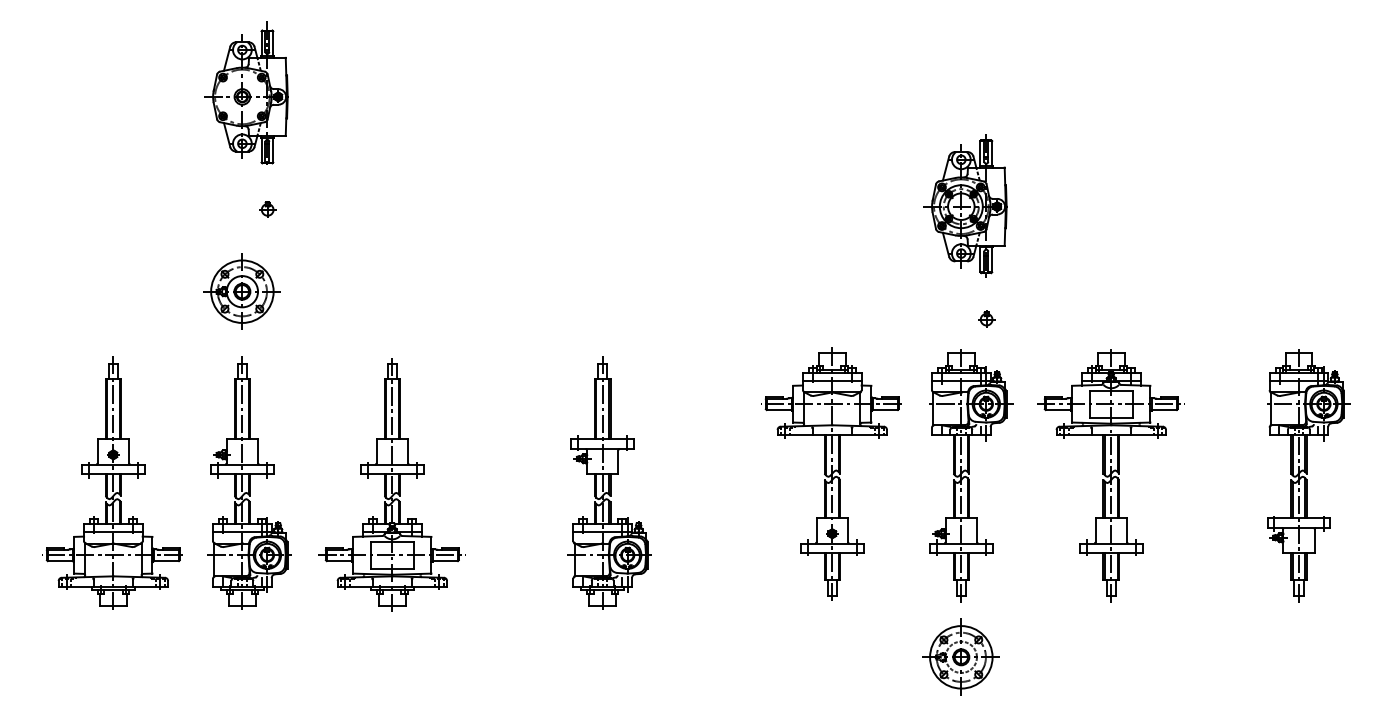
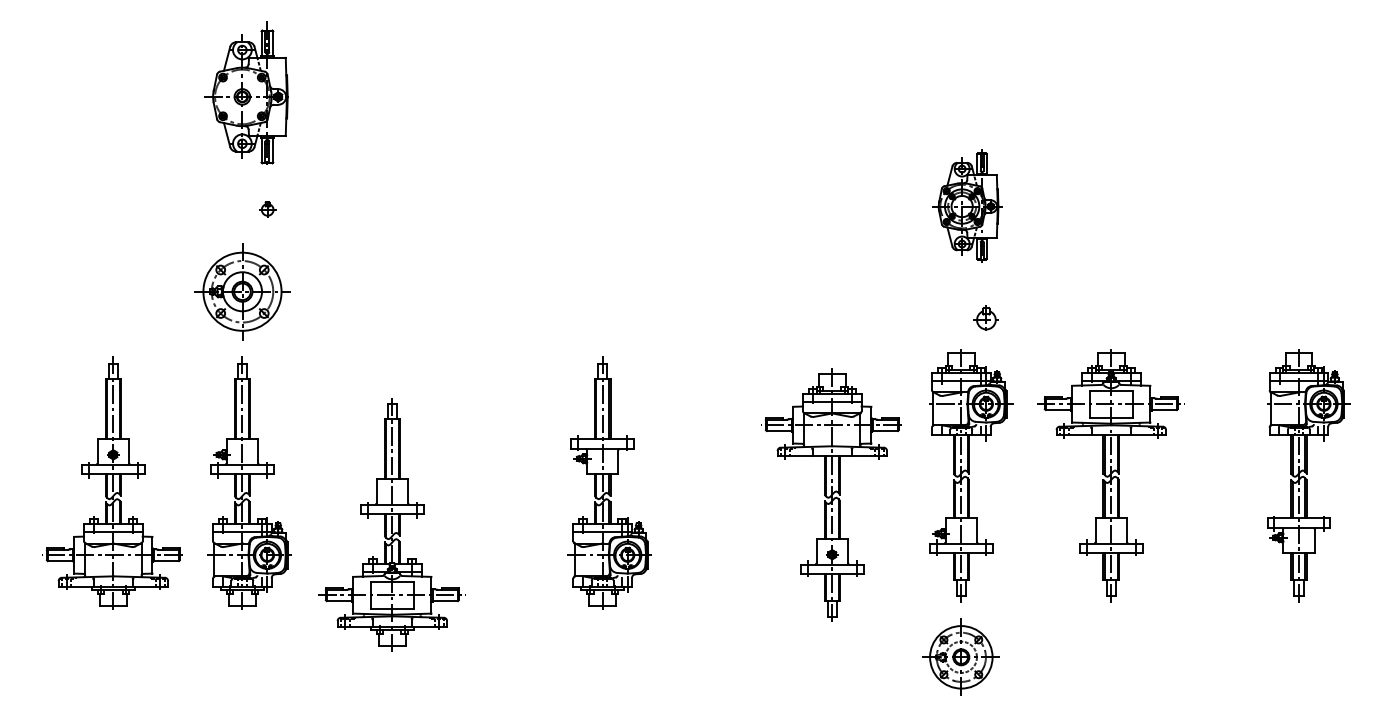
part at (965, 205) size: 85x144 px -> 71x114 px
part at (241, 291) size: 78x77 px -> 97x98 px
part at (986, 318) size: 18x18 px -> 26x26 px
part at (831, 473) position: (831, 473) -> (831, 494)
part at (391, 484) position: (391, 484) -> (391, 524)
